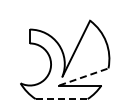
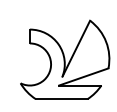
line at (84, 76): dashed -> solid
line at (61, 99): dashed -> solid
